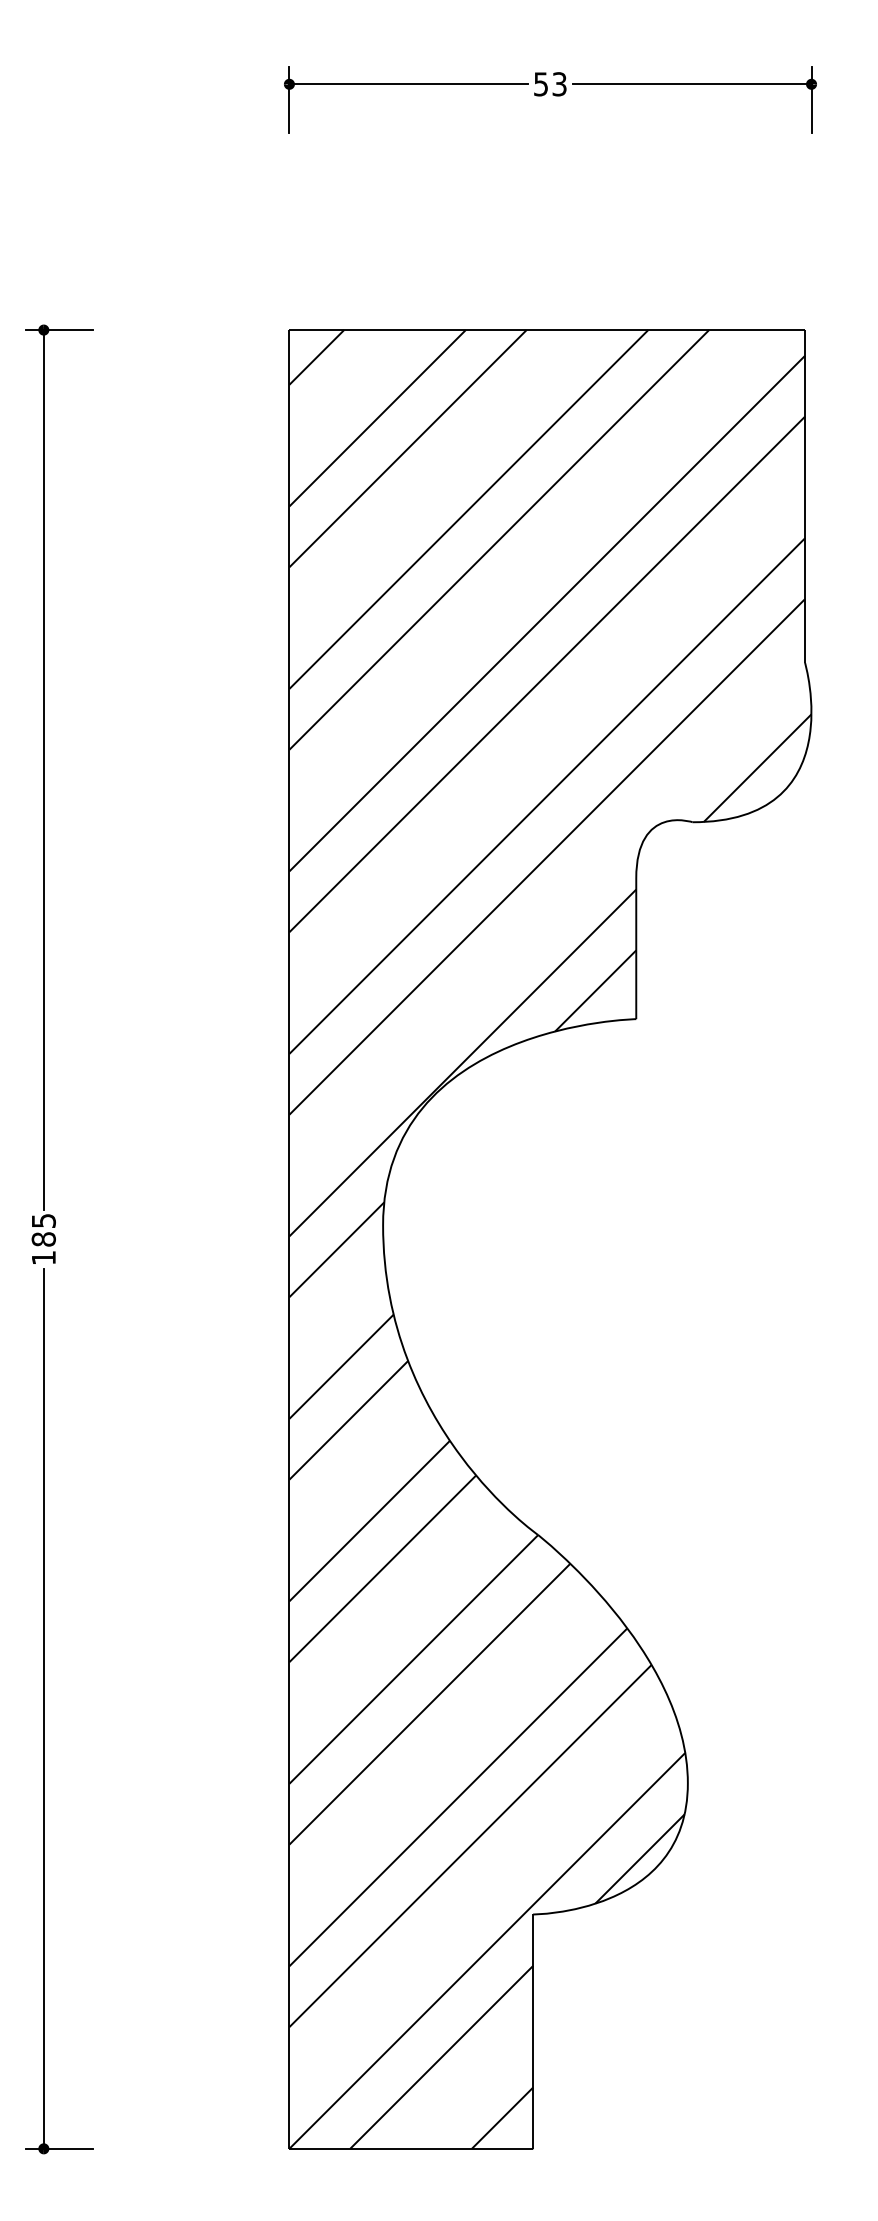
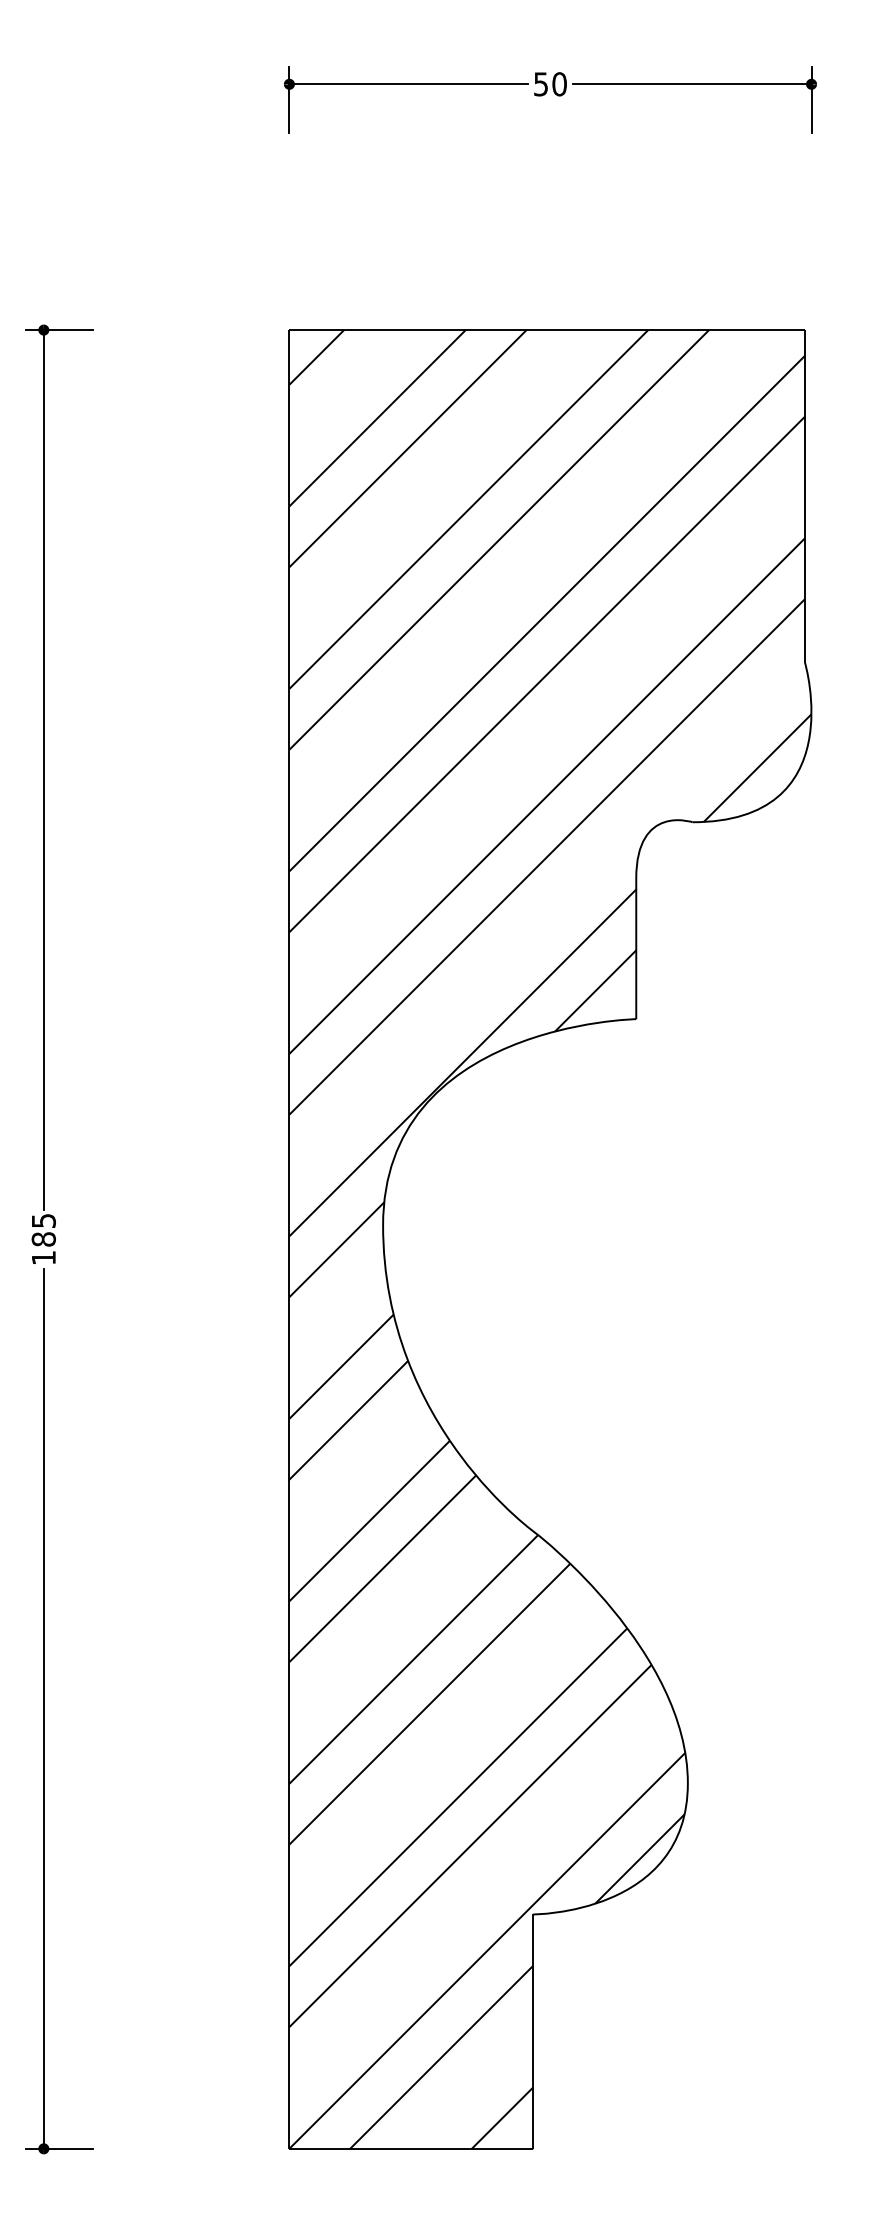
text at (559, 84): 53 -> 50
